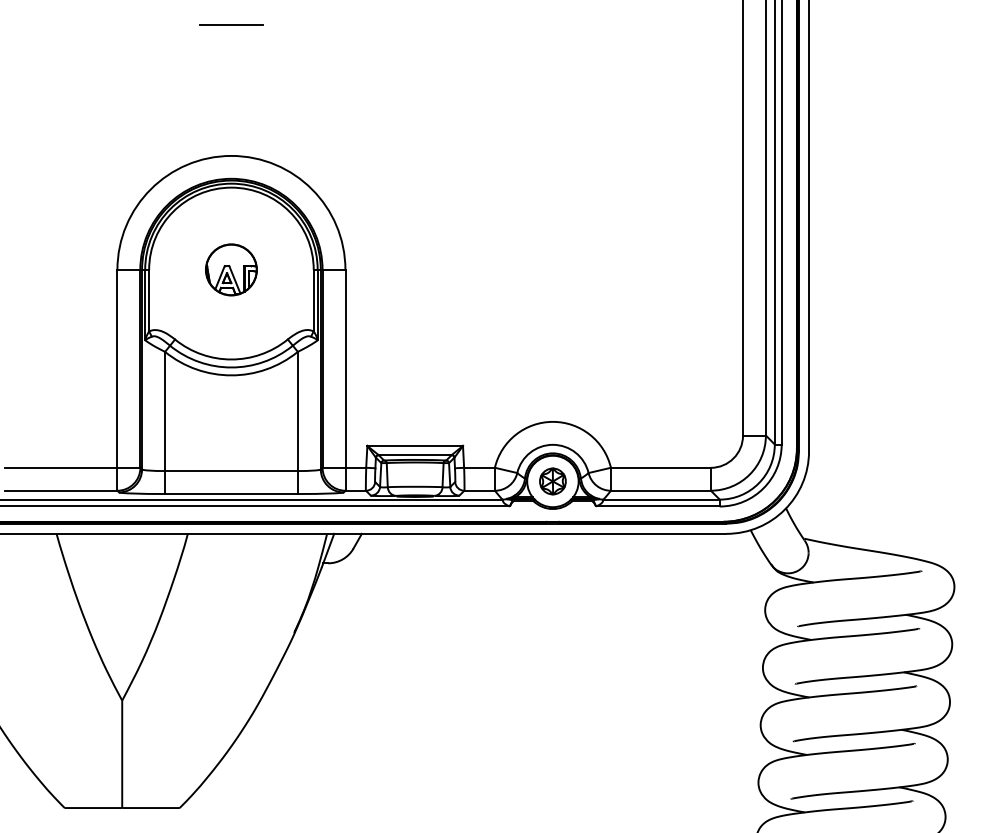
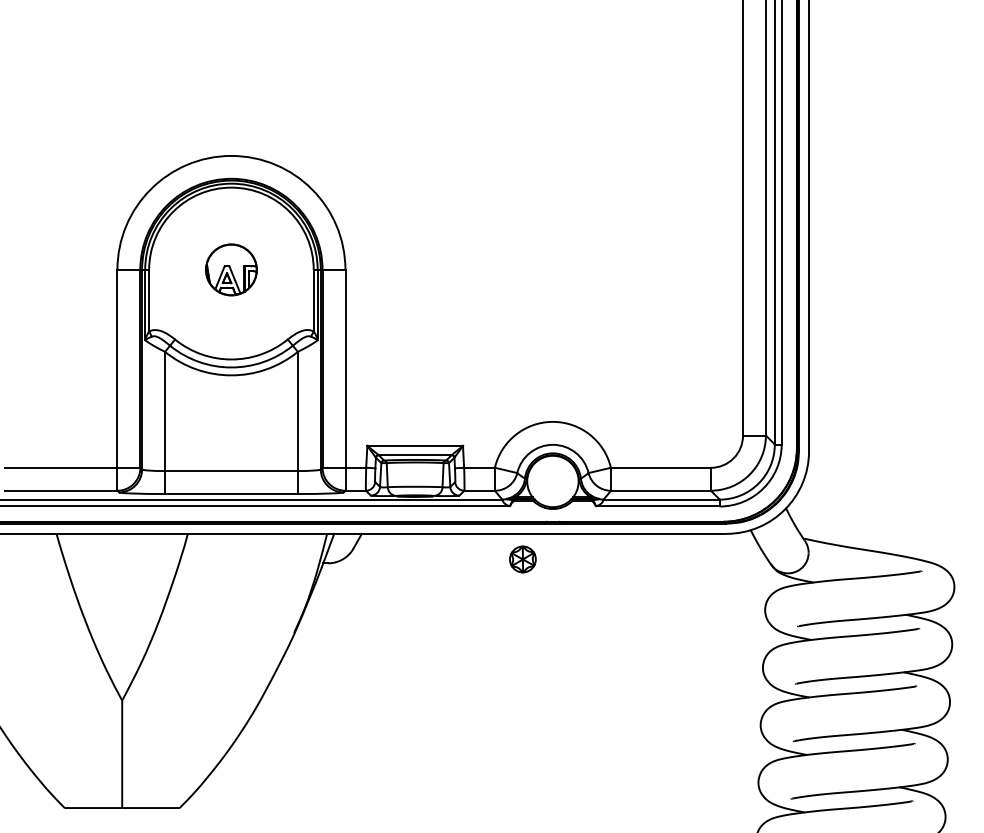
line at (231, 24): present -> none
part at (552, 481) position: (552, 481) -> (522, 559)
